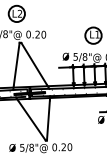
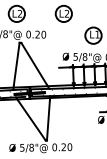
part at (63, 13): none -> present
